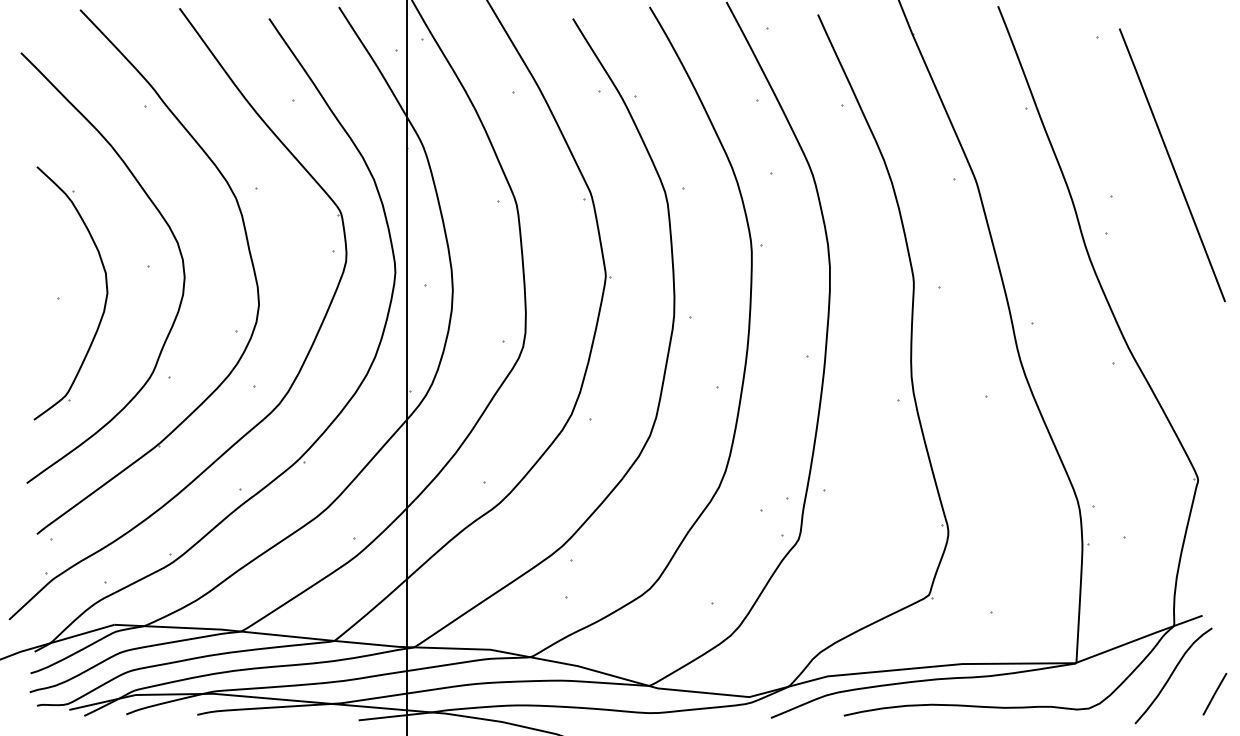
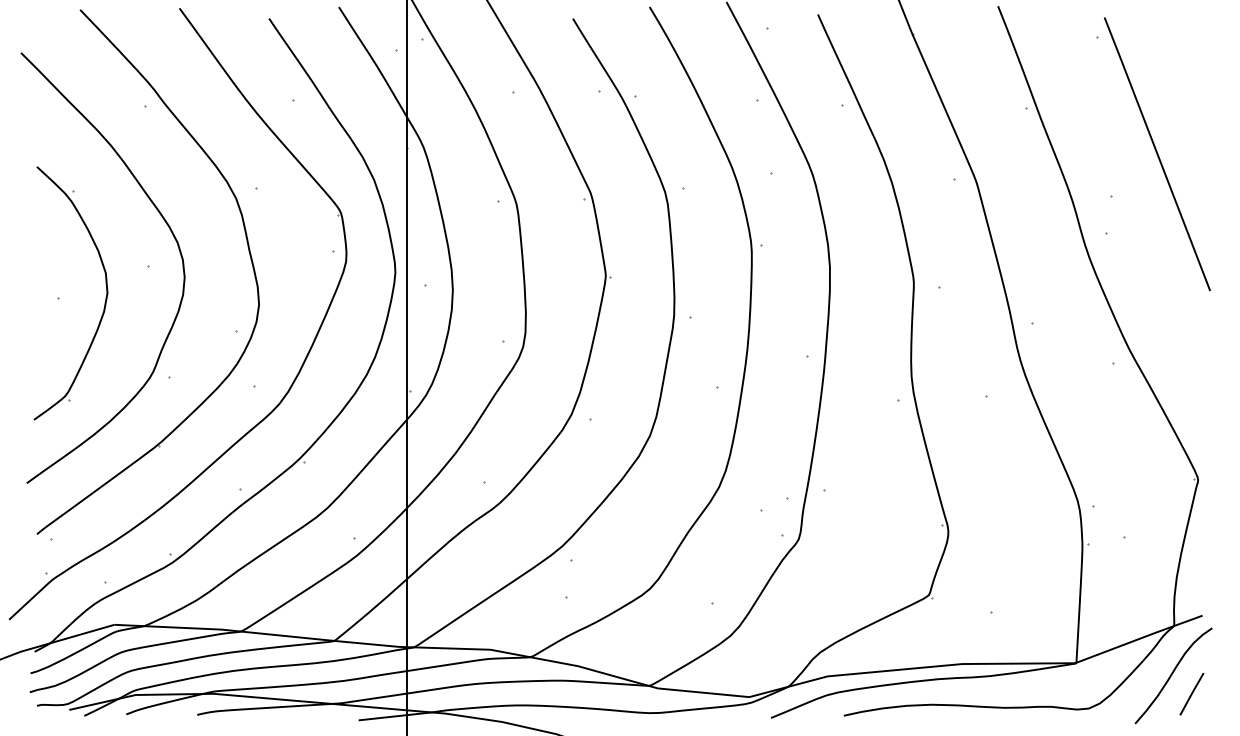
line at (1172, 165) position: (1172, 165) -> (1157, 154)
line at (1214, 694) position: (1214, 694) -> (1191, 694)
